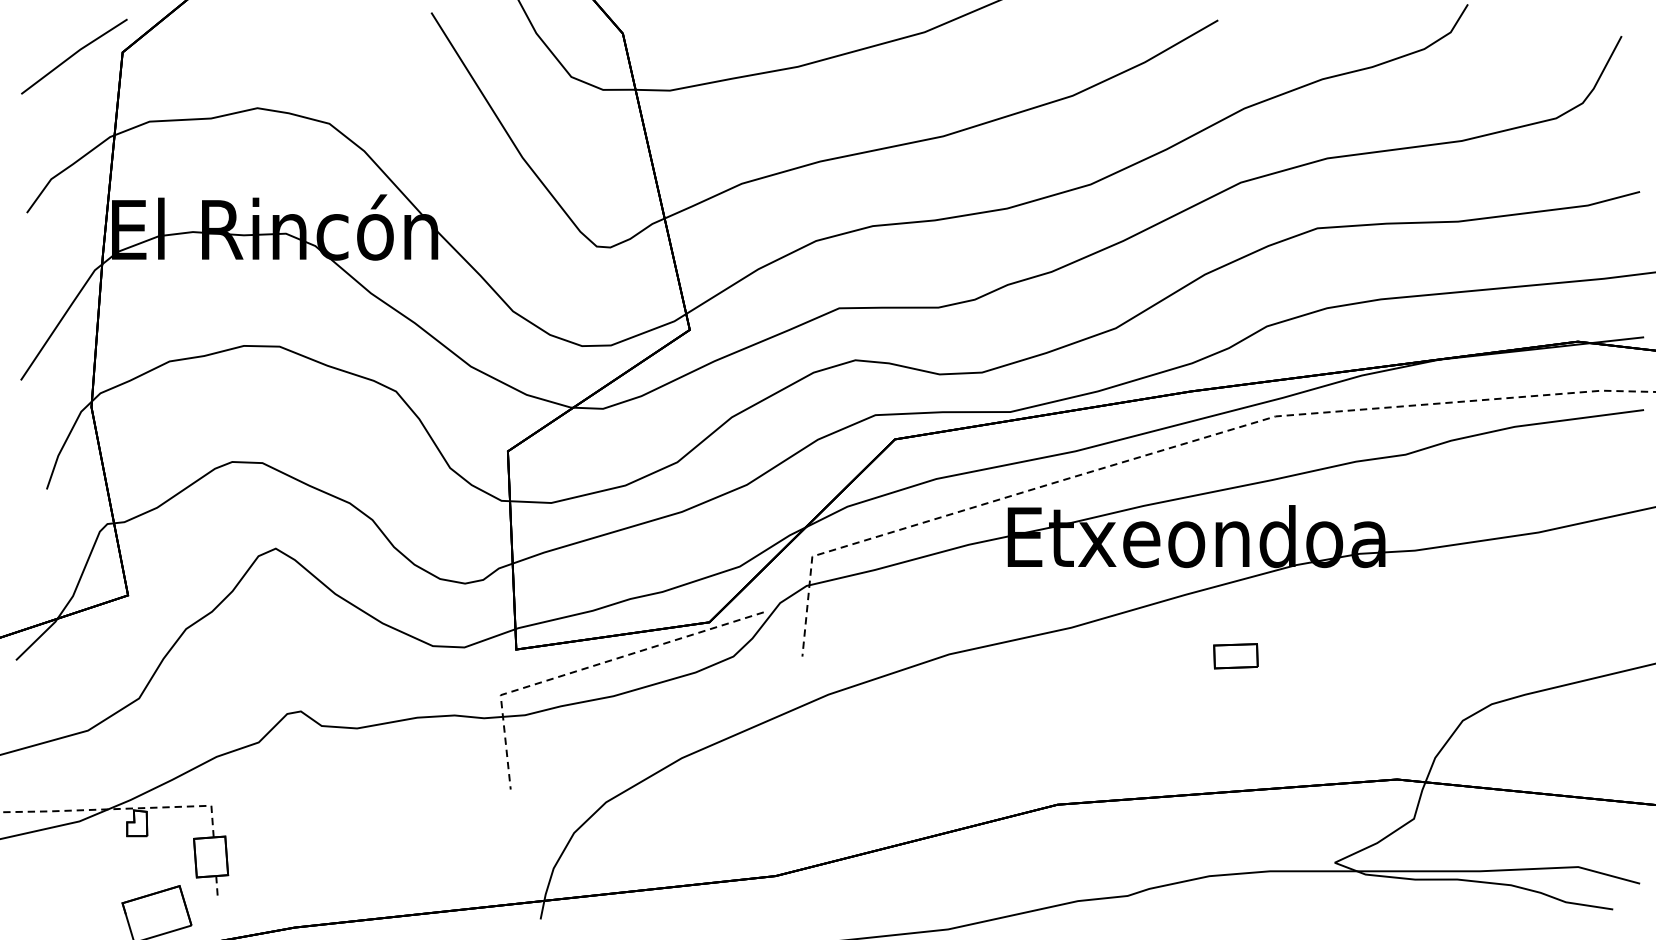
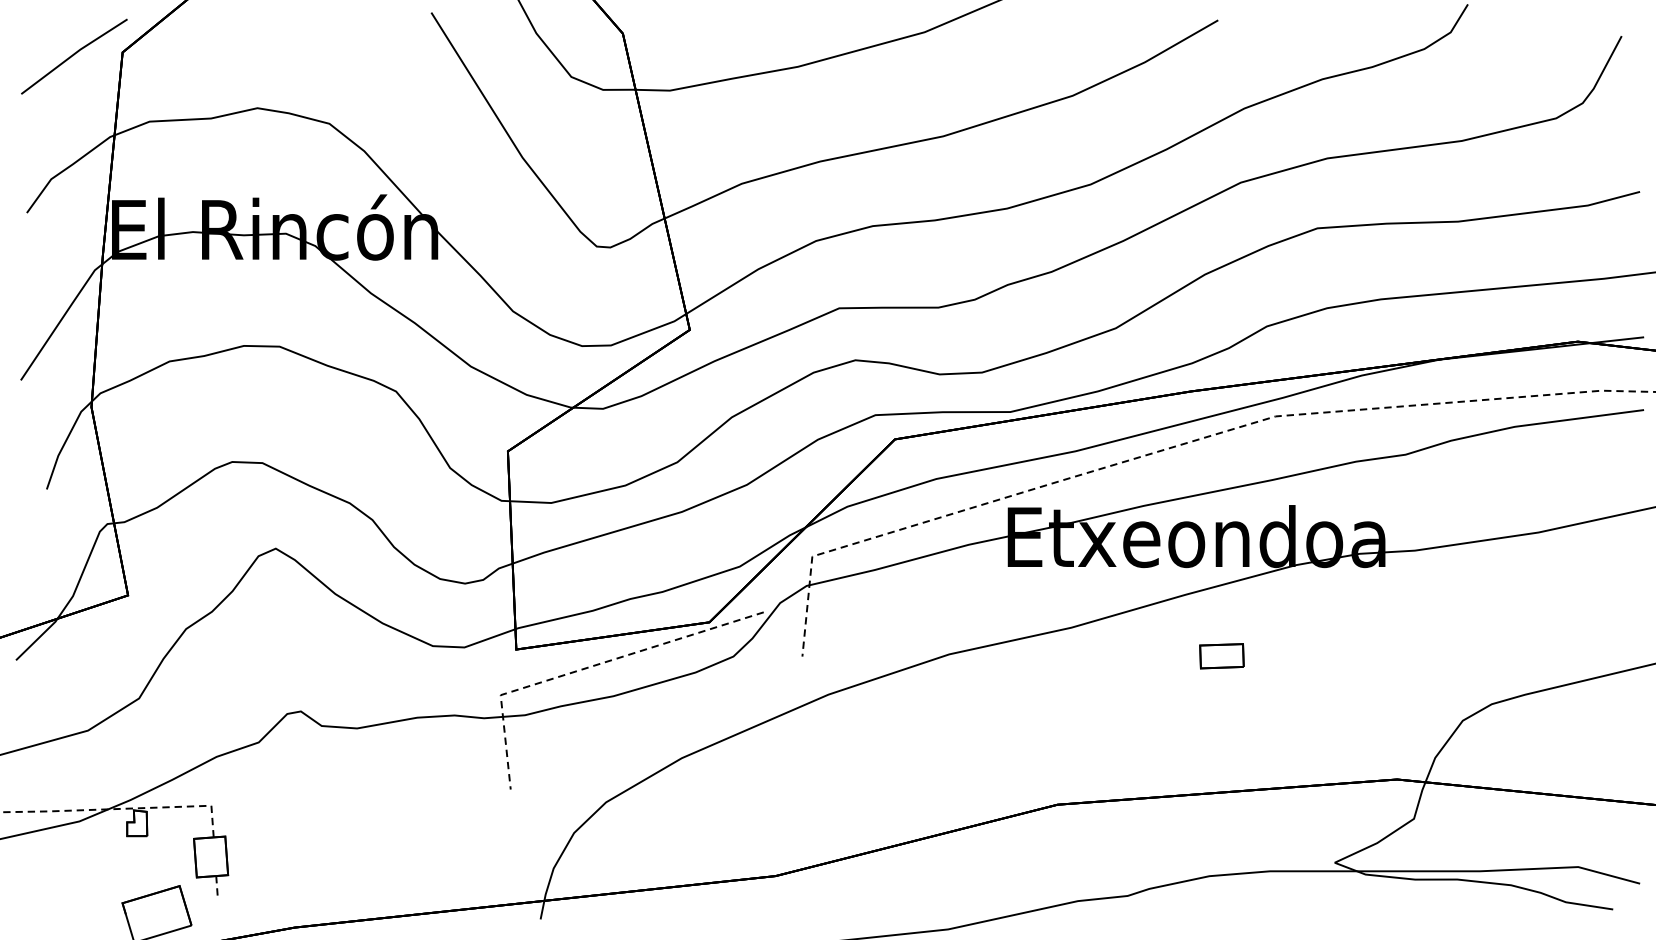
part at (1235, 656) position: (1235, 656) -> (1221, 656)
